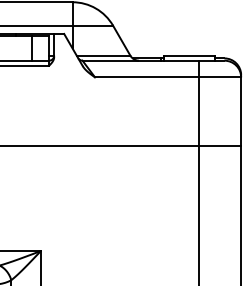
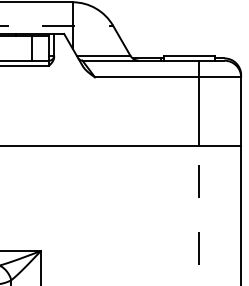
line at (57, 25): solid -> dashed
line at (199, 215): solid -> dashed
